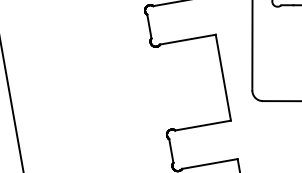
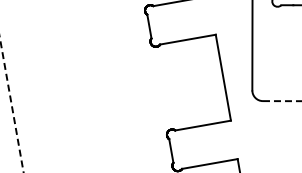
line at (282, 101): solid -> dashed
line at (11, 105): solid -> dashed
